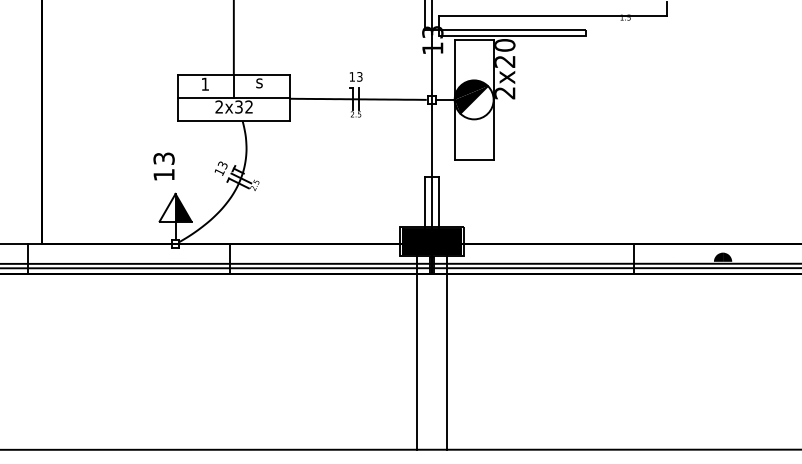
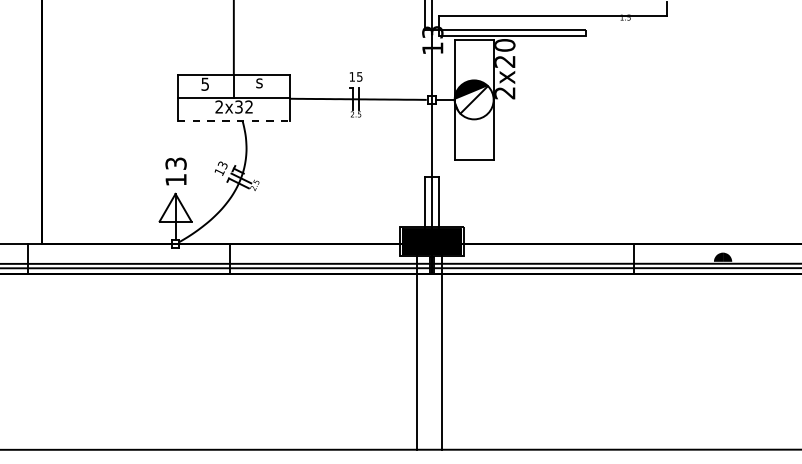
text at (359, 76): 13 -> 15
text at (204, 83): 1 -> 5
fill at (470, 99): present -> none
line at (233, 121): solid -> dashed
text at (163, 166) position: (163, 166) -> (175, 171)
fill at (183, 207): present -> none
line at (446, 352) position: (446, 352) -> (441, 352)
